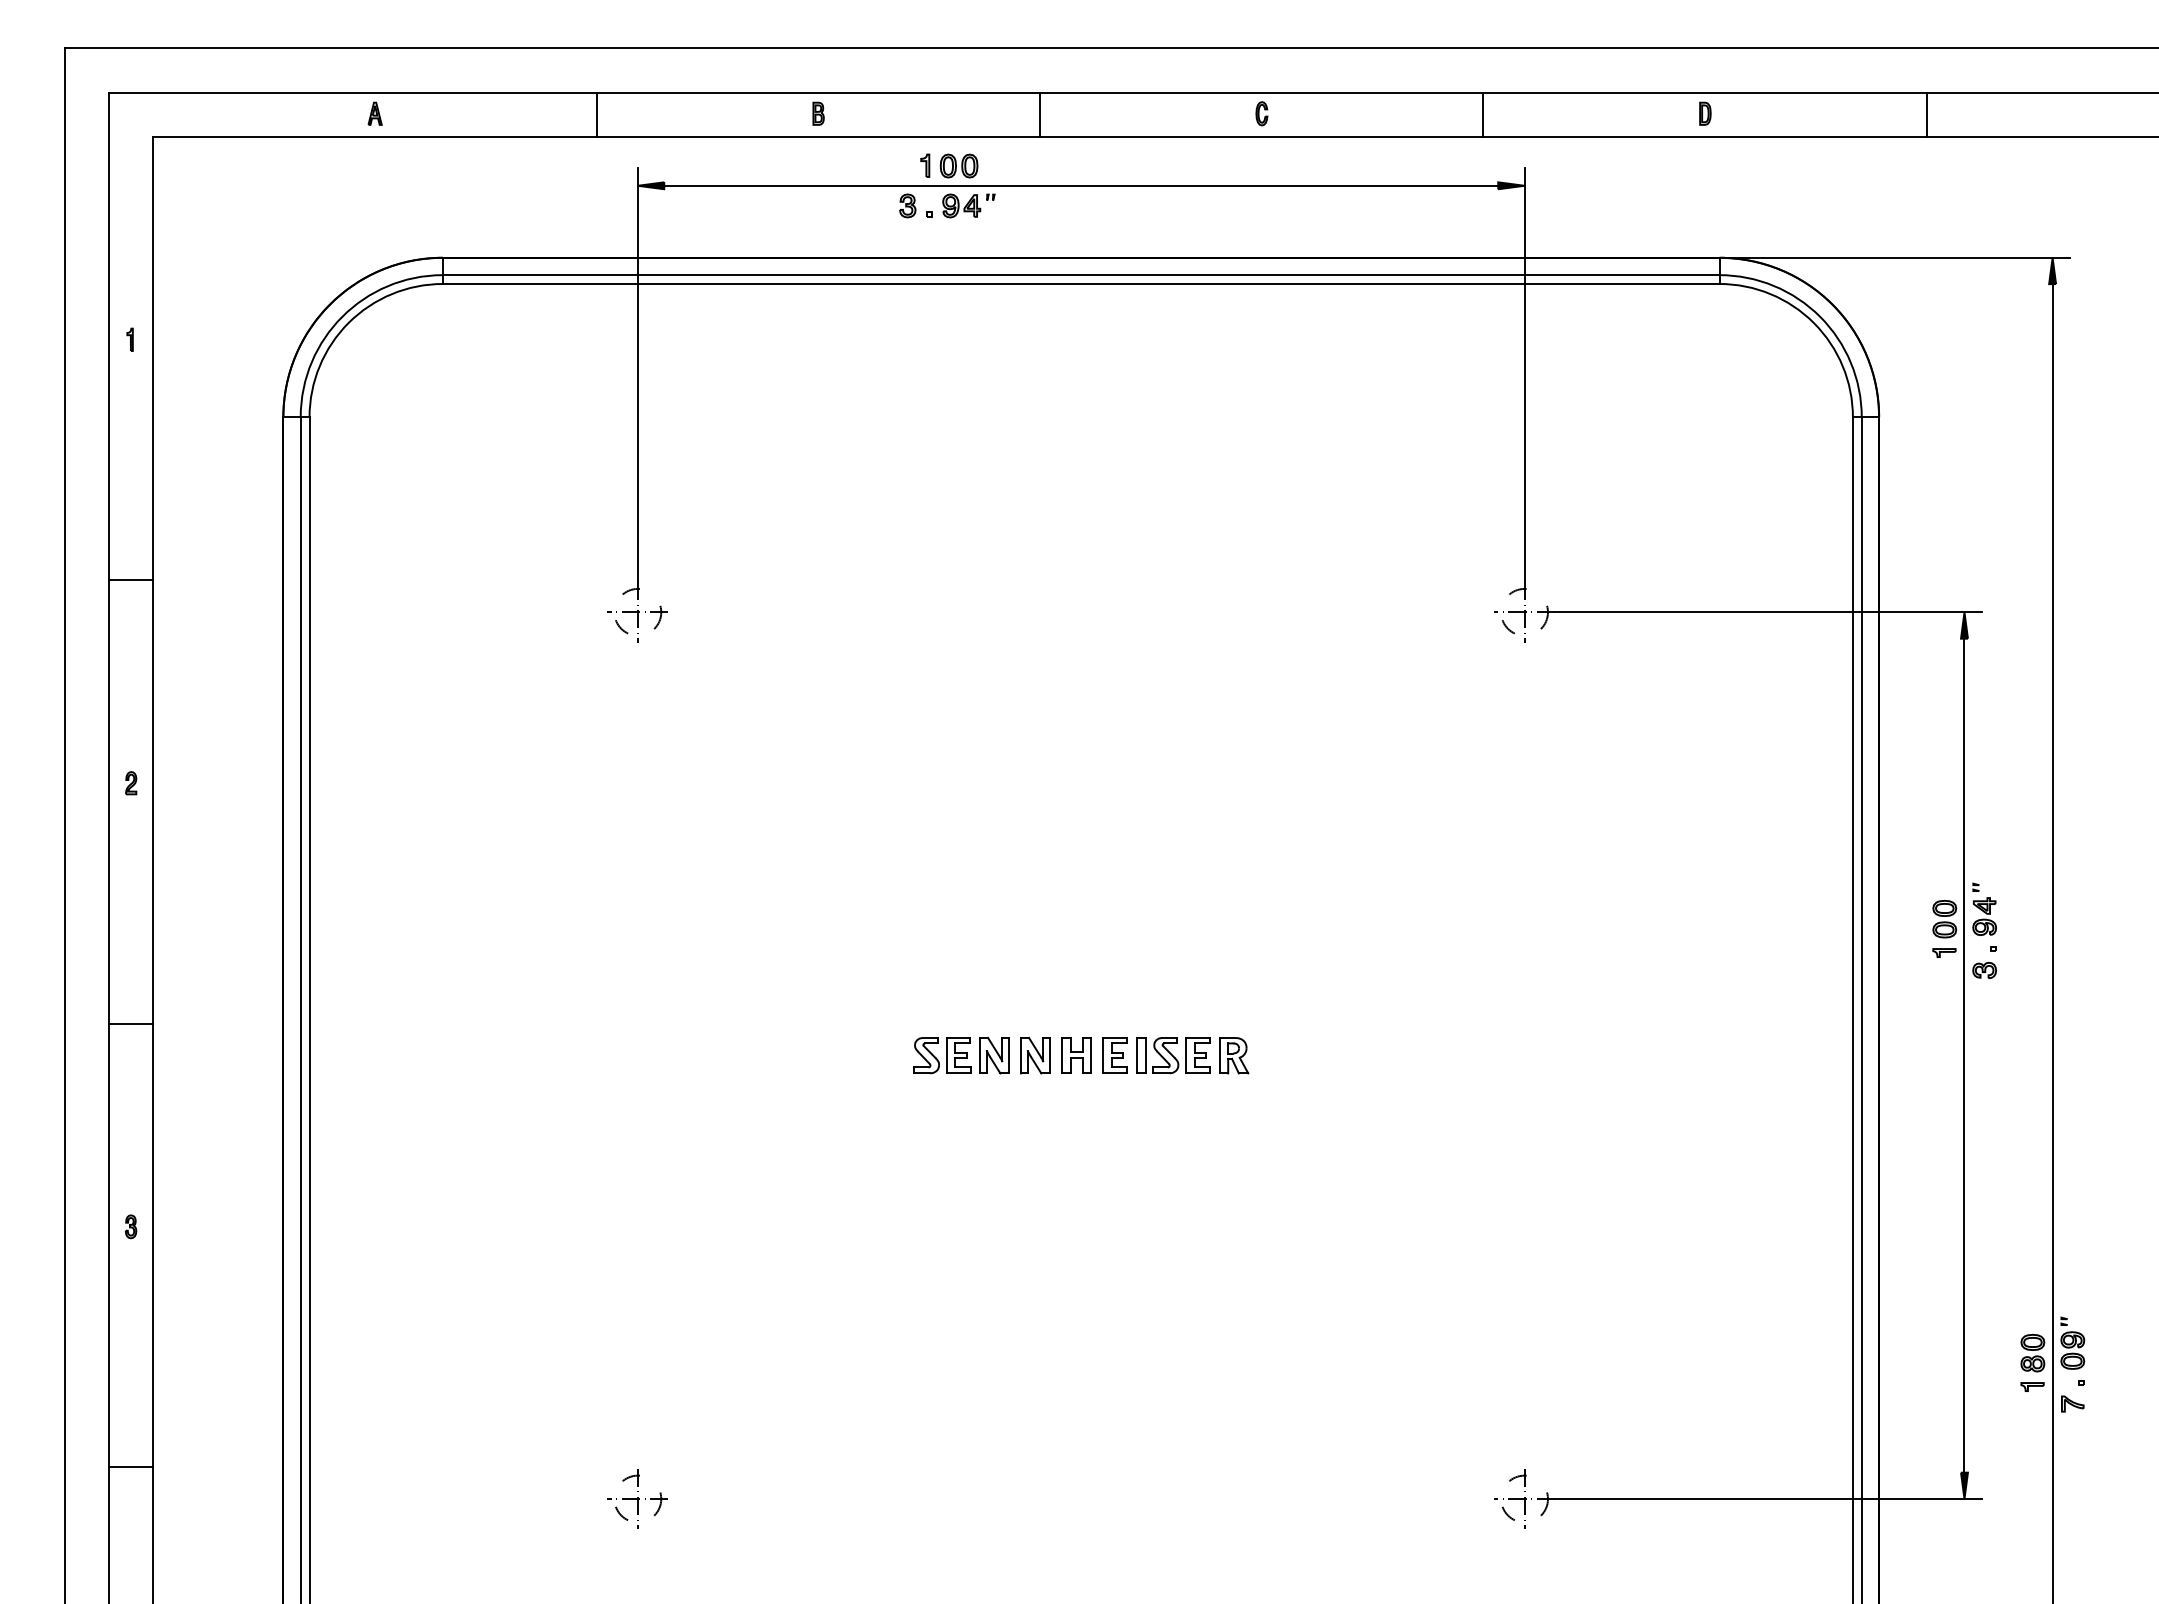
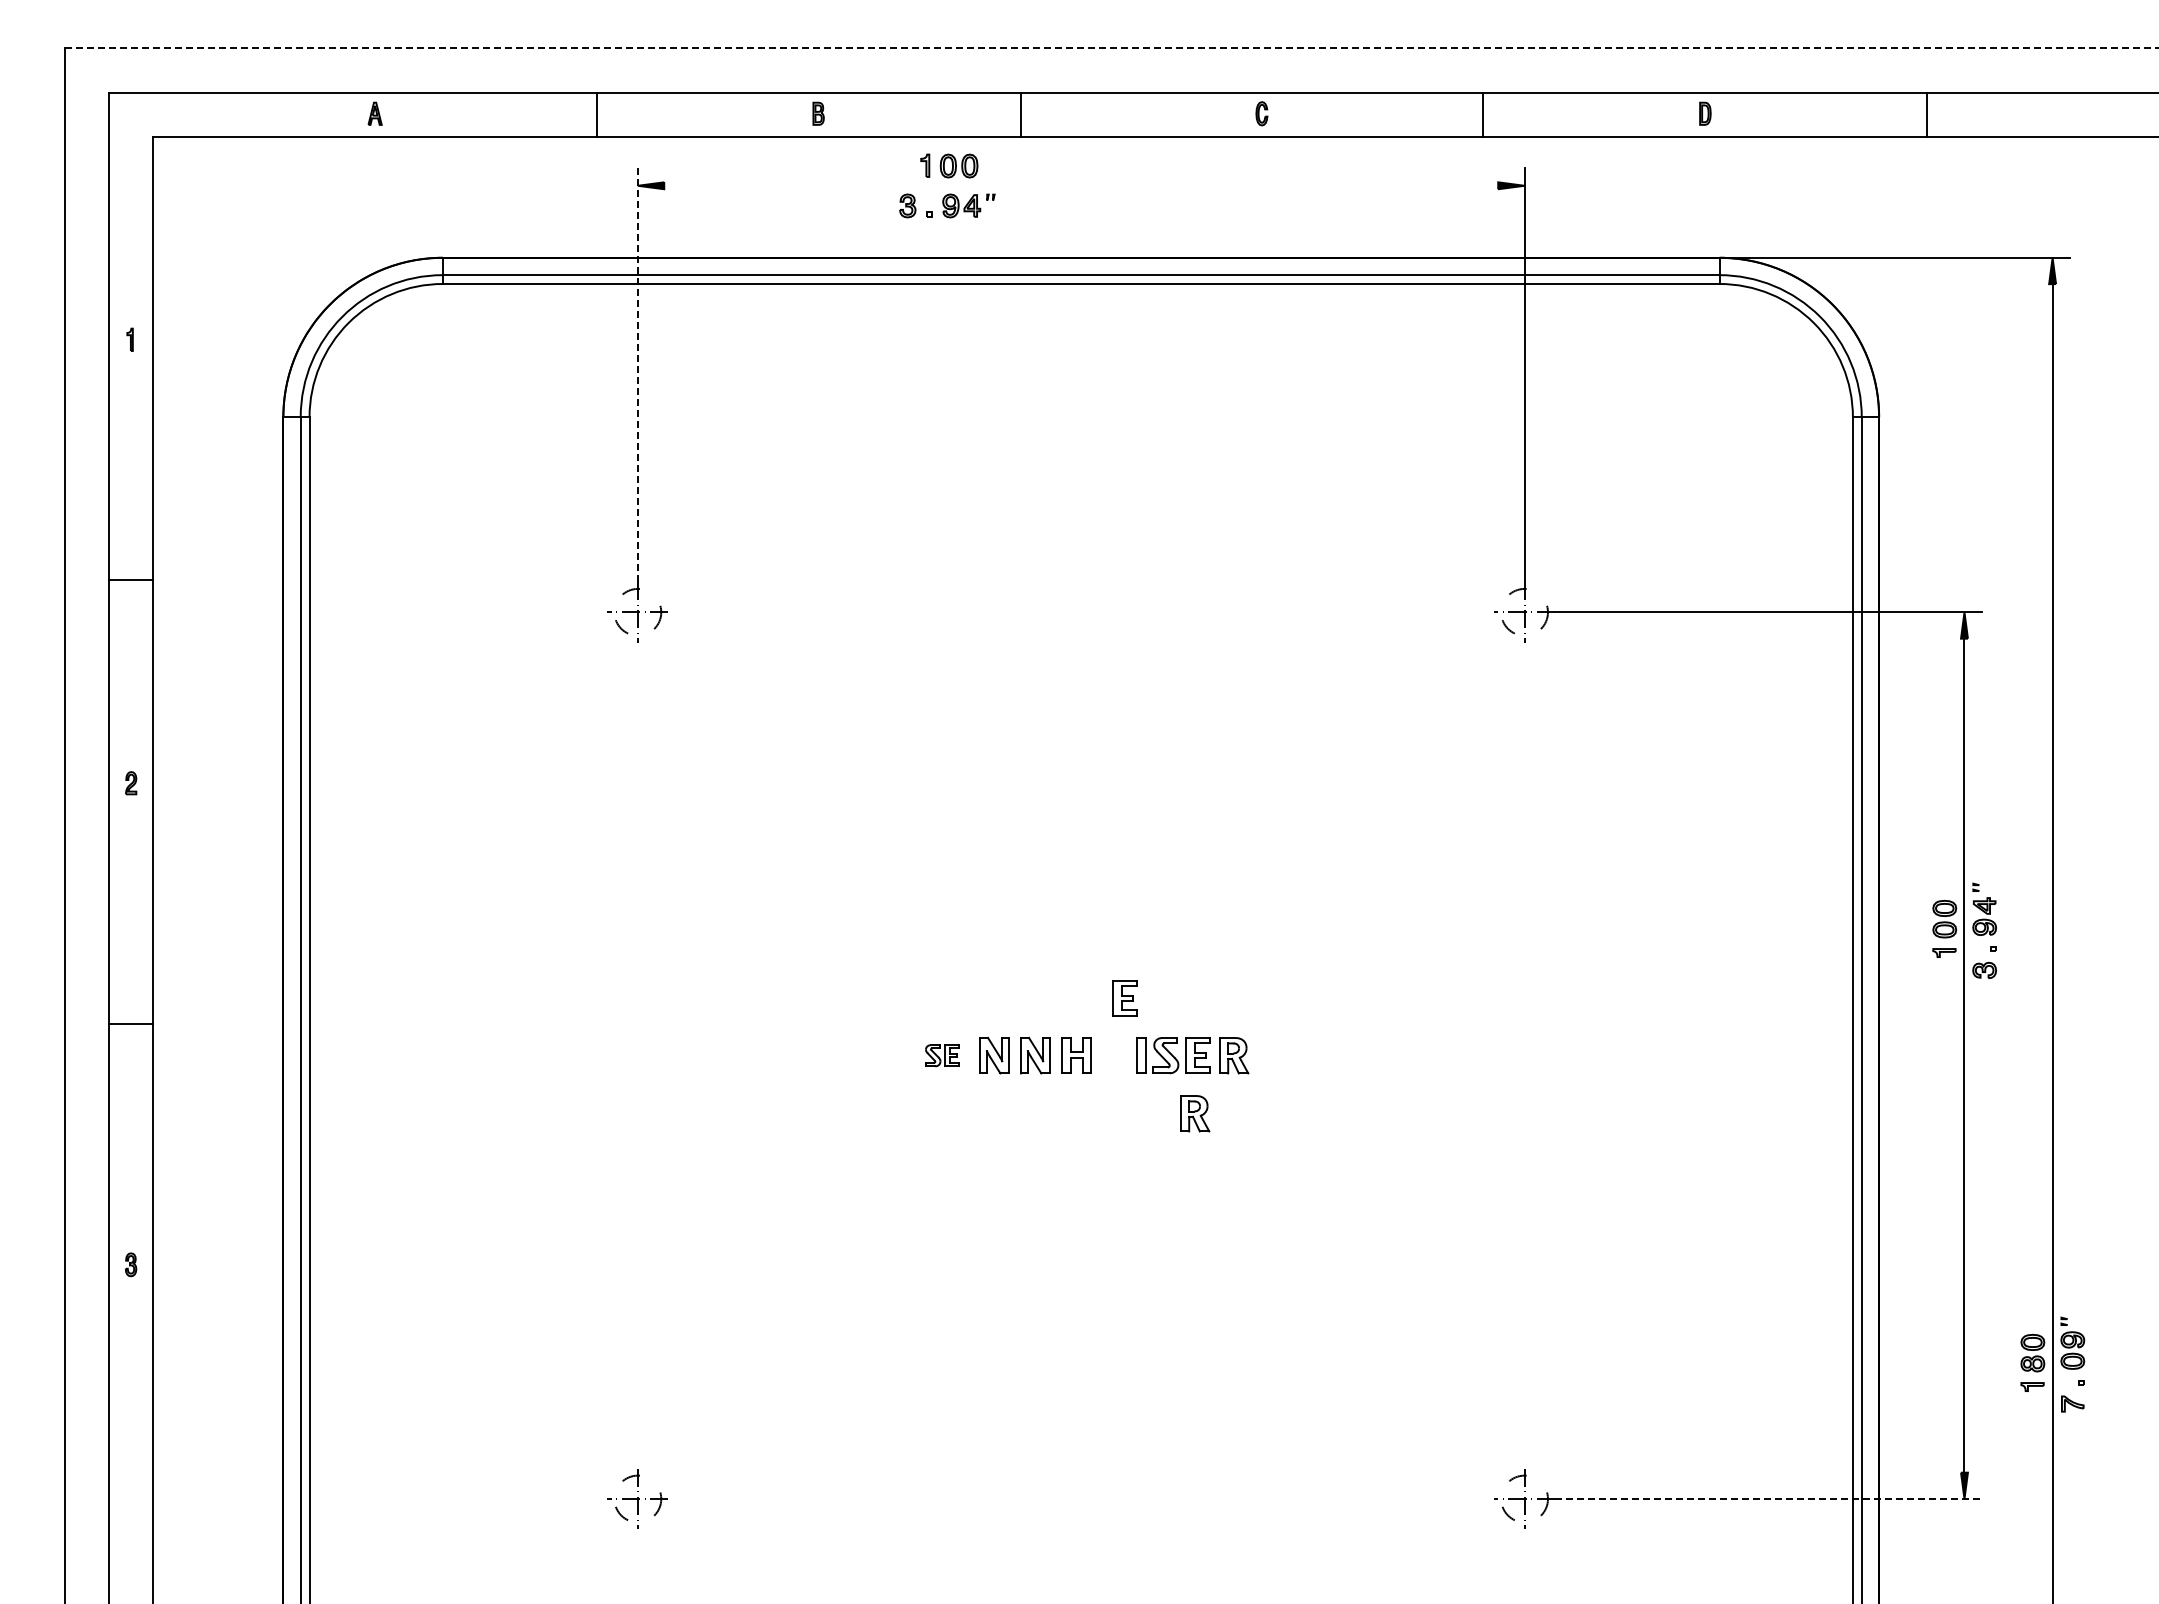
line at (1111, 48): solid -> dashed
line at (1040, 114) position: (1040, 114) -> (1021, 114)
line at (1081, 185): present -> none
line at (637, 374): solid -> dashed
part at (942, 1055) size: 59x38 px -> 35x24 px
part at (1114, 1055) position: (1114, 1055) -> (1124, 998)
part at (1195, 1113): none -> present
part at (131, 1226) position: (131, 1226) -> (131, 1264)
line at (131, 1466): present -> none
line at (1768, 1499): solid -> dashed
